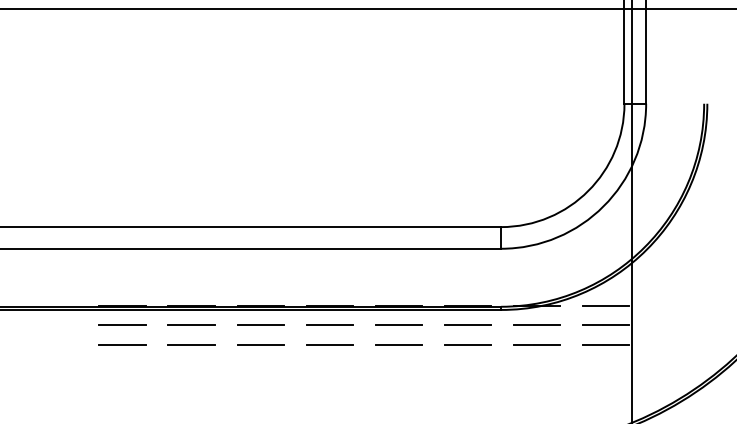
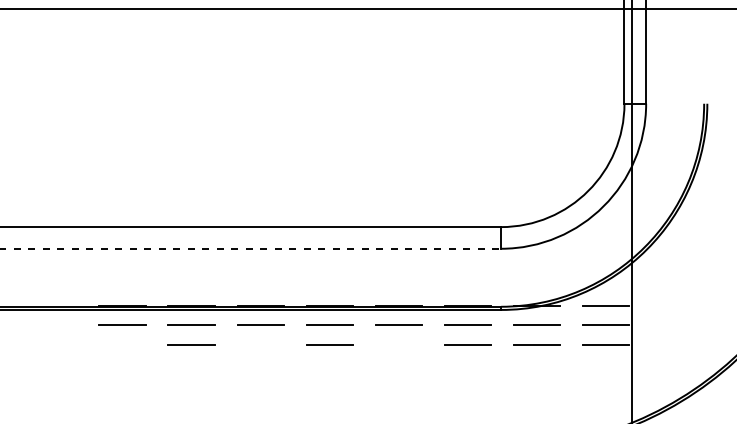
line at (251, 248): solid -> dashed
line at (122, 344): present -> none
line at (260, 344): present -> none
line at (398, 344): present -> none
